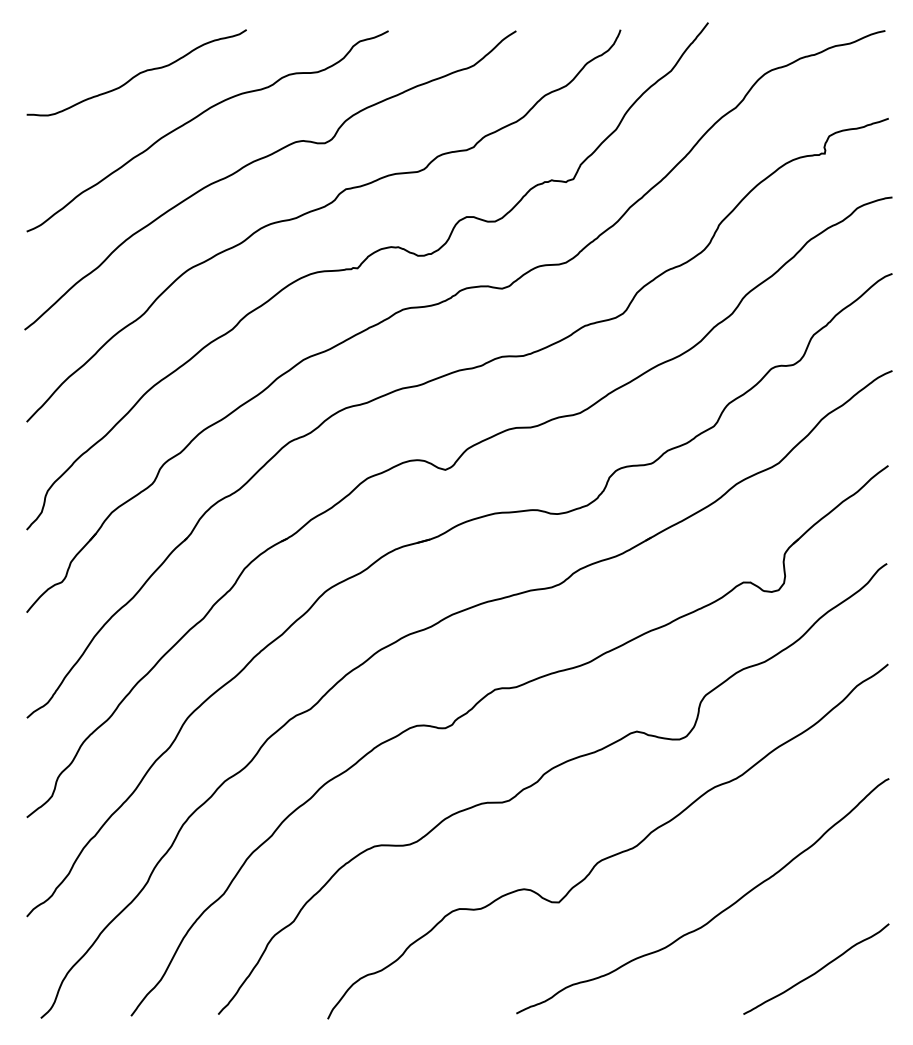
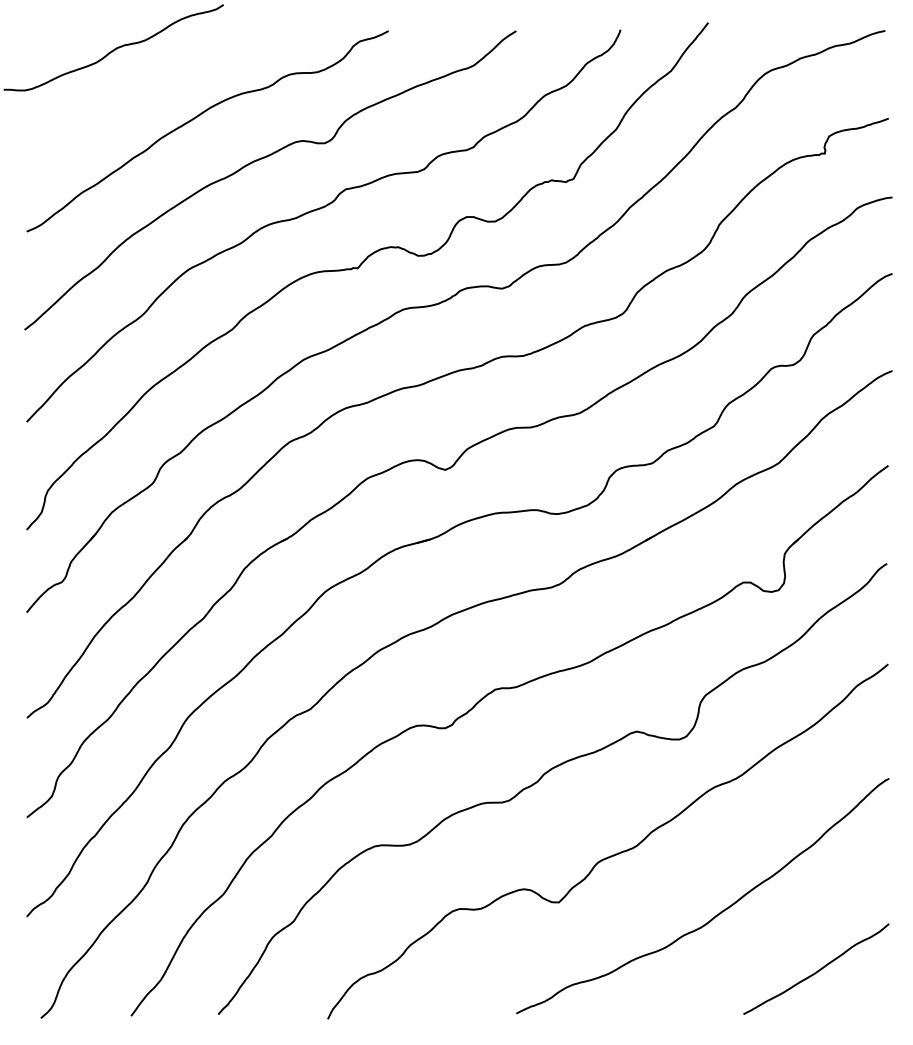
curve at (137, 73) position: (137, 73) -> (114, 48)
